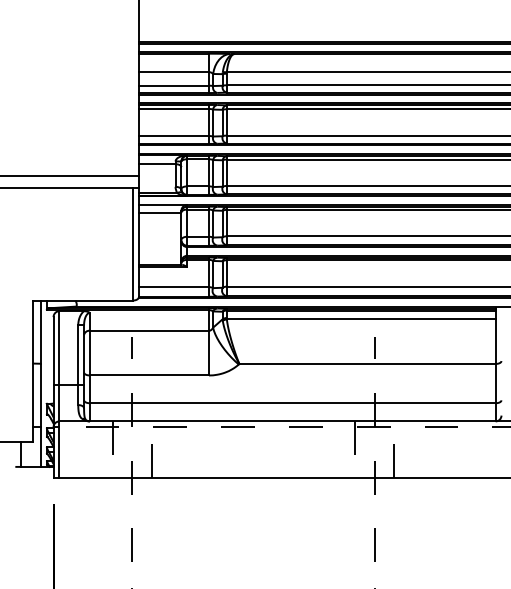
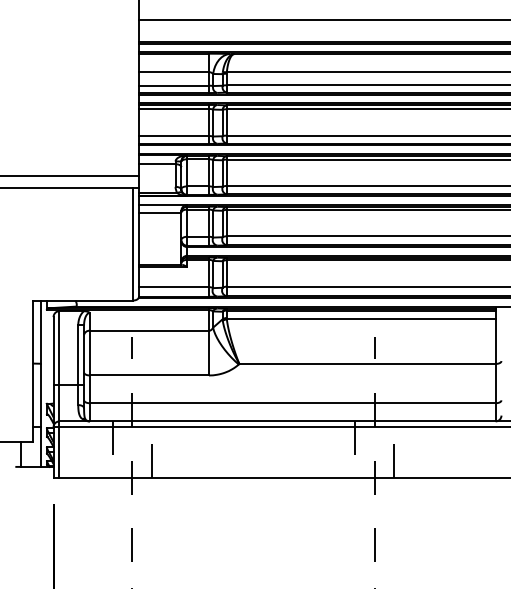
line at (322, 19): none -> present
line at (284, 427): dashed -> solid
